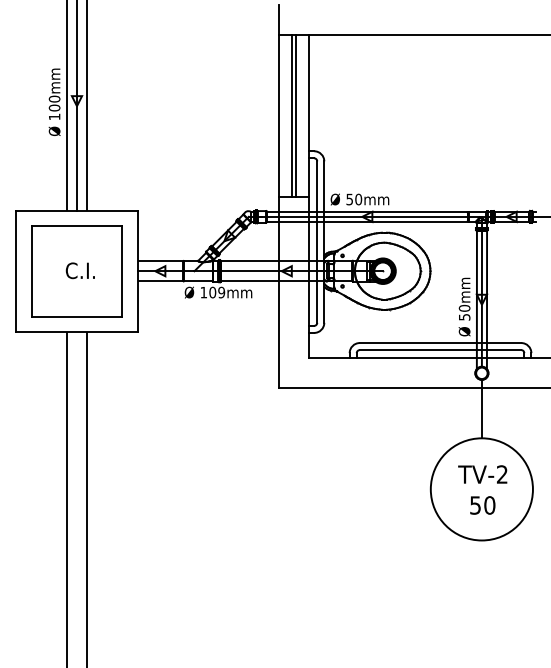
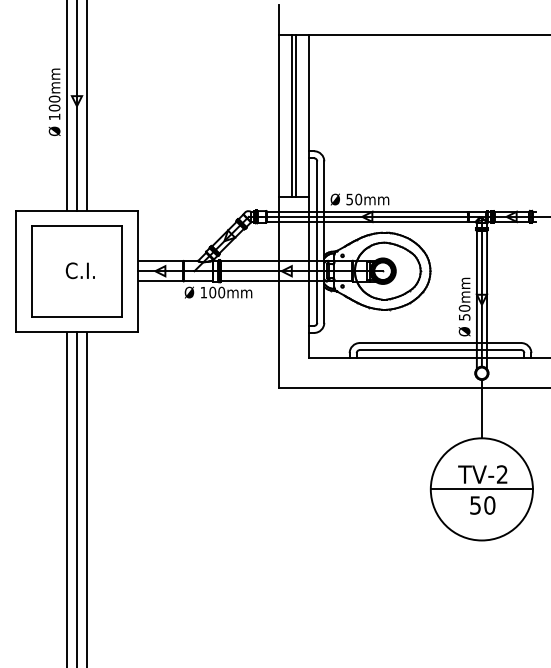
text at (221, 292): 109mm -> 100mm
line at (481, 489): none -> present
line at (76, 497): none -> present
